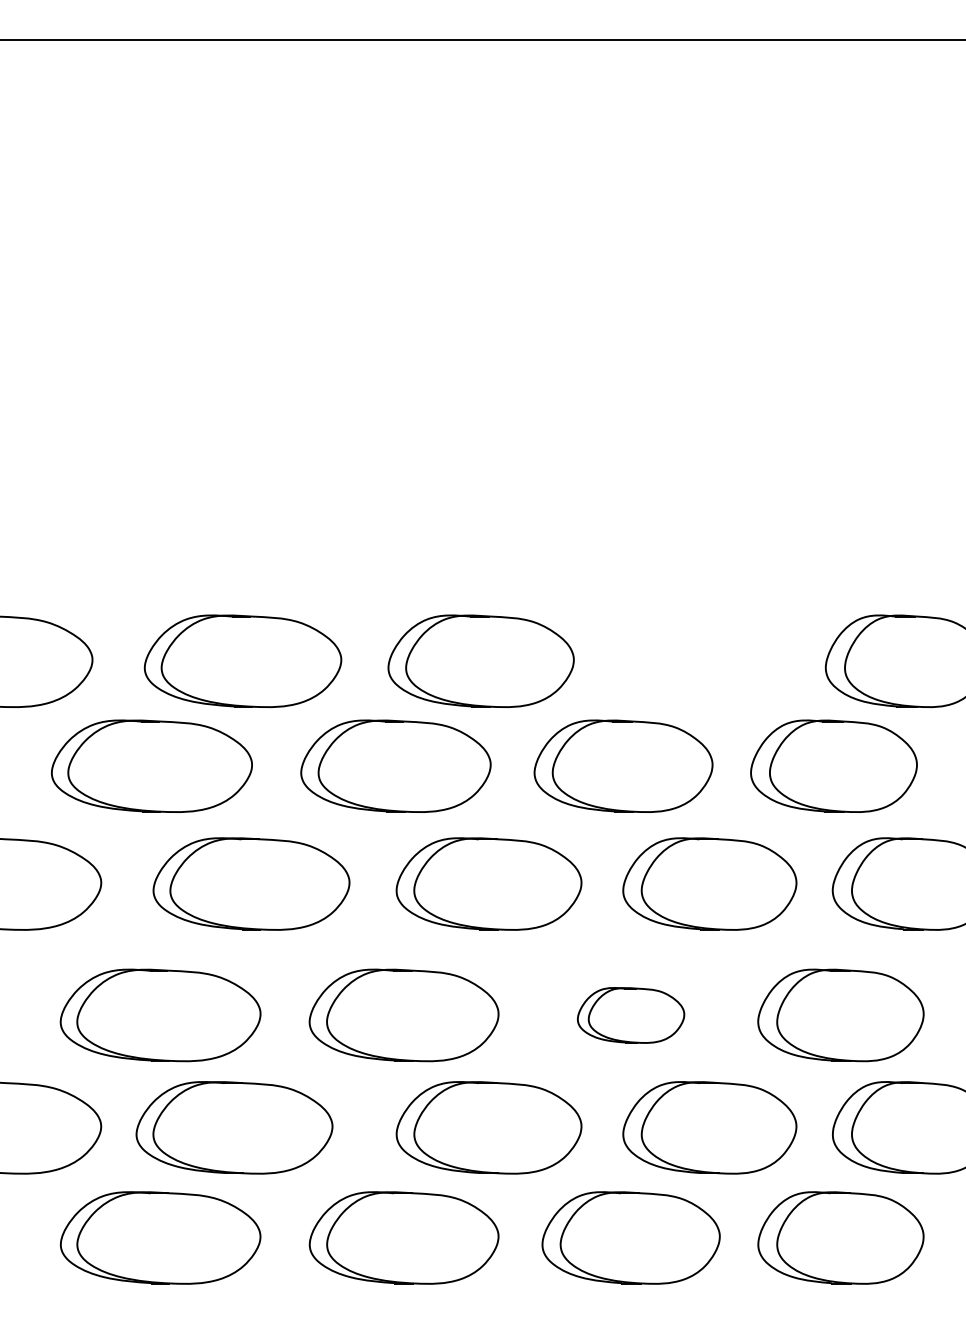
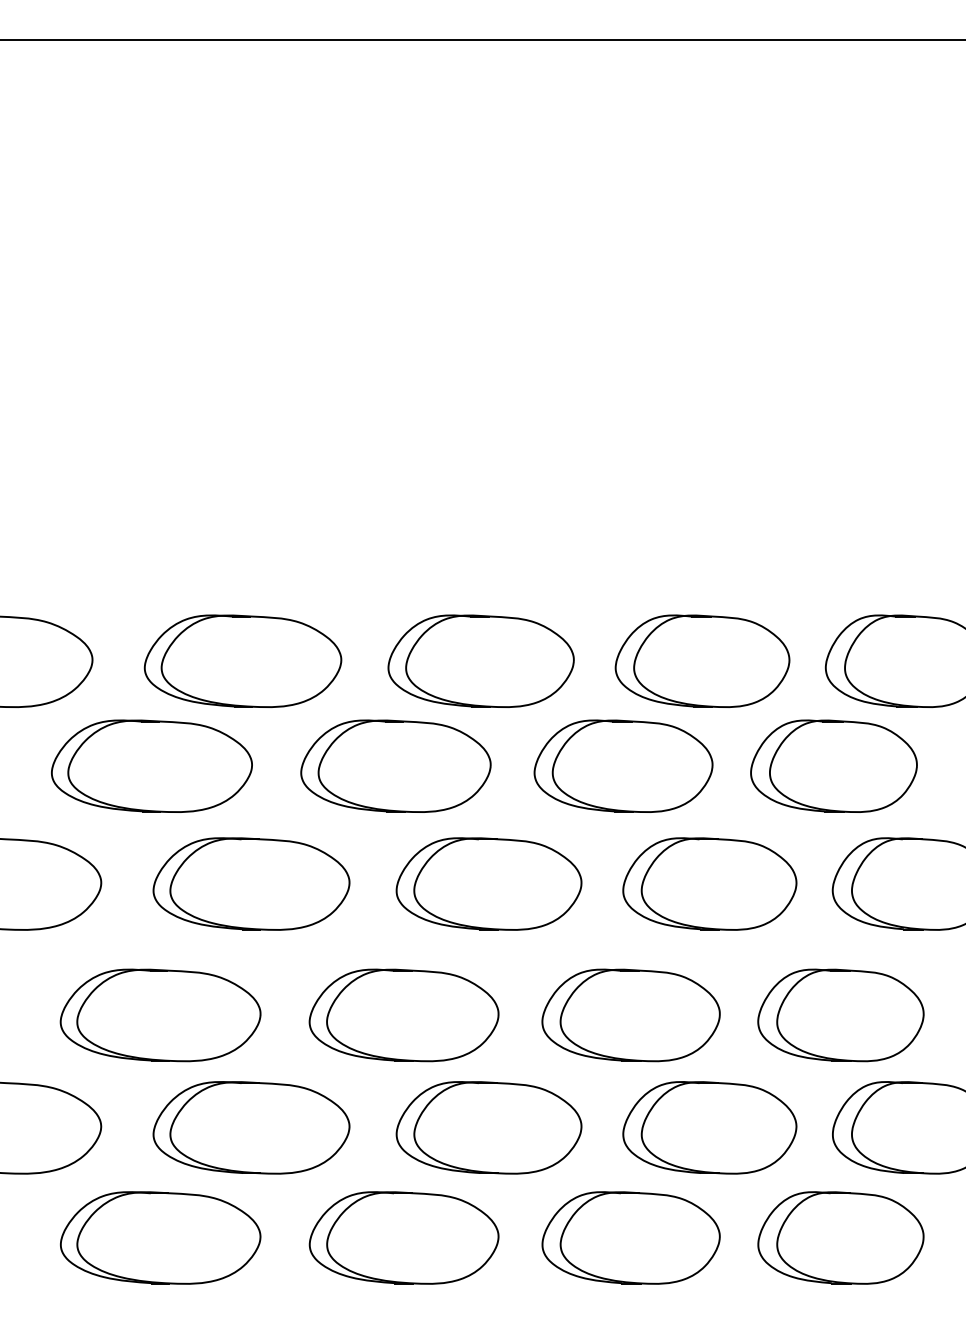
part at (702, 660): none -> present
part at (631, 1015) size: 109x57 px -> 180x95 px
part at (234, 1127) position: (234, 1127) -> (251, 1127)
